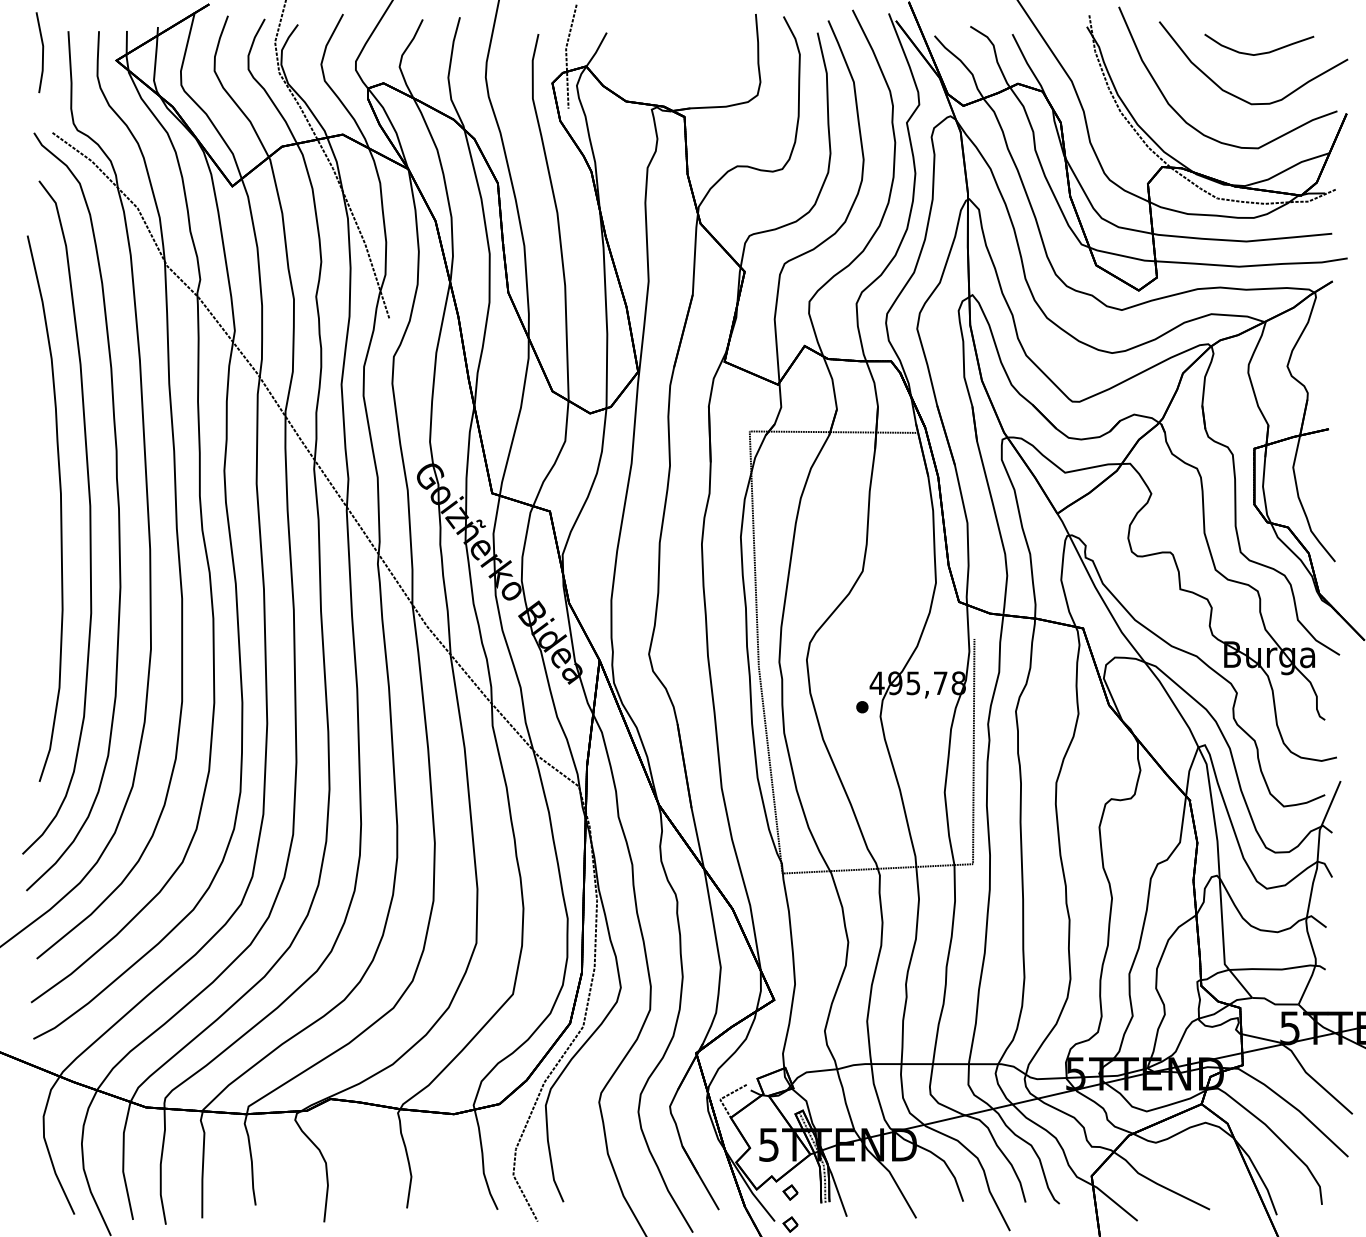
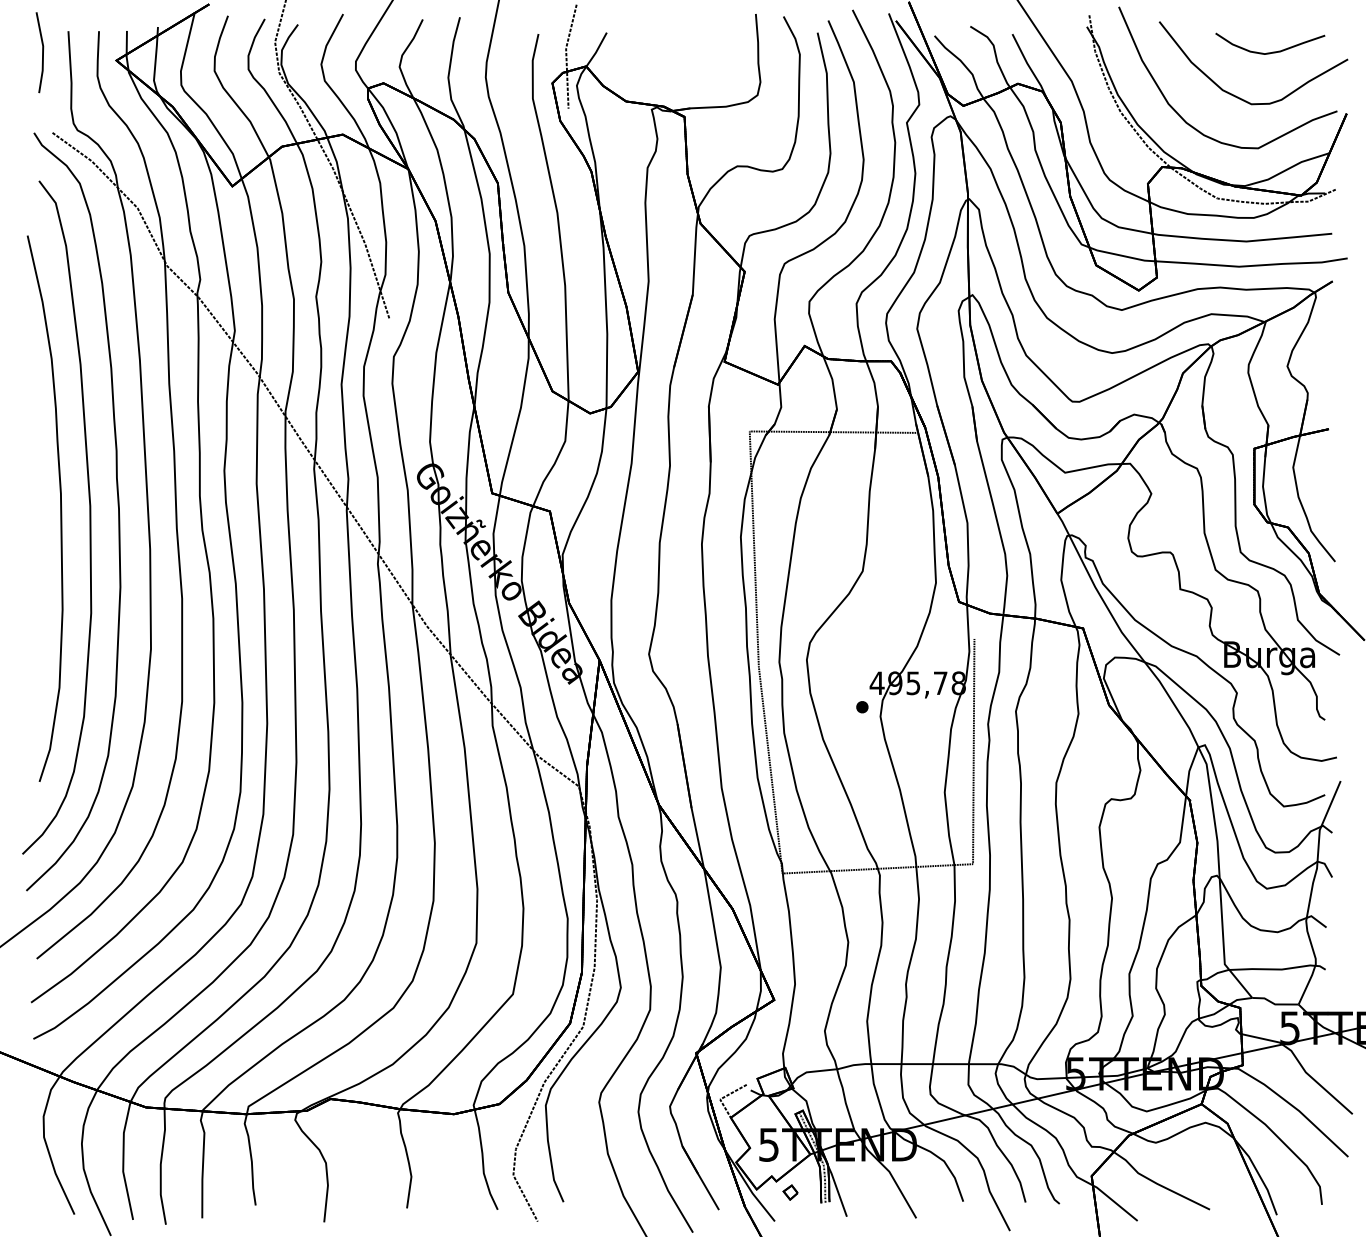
part at (1261, 52) position: (1261, 52) -> (1272, 51)
part at (790, 1224): present -> none
